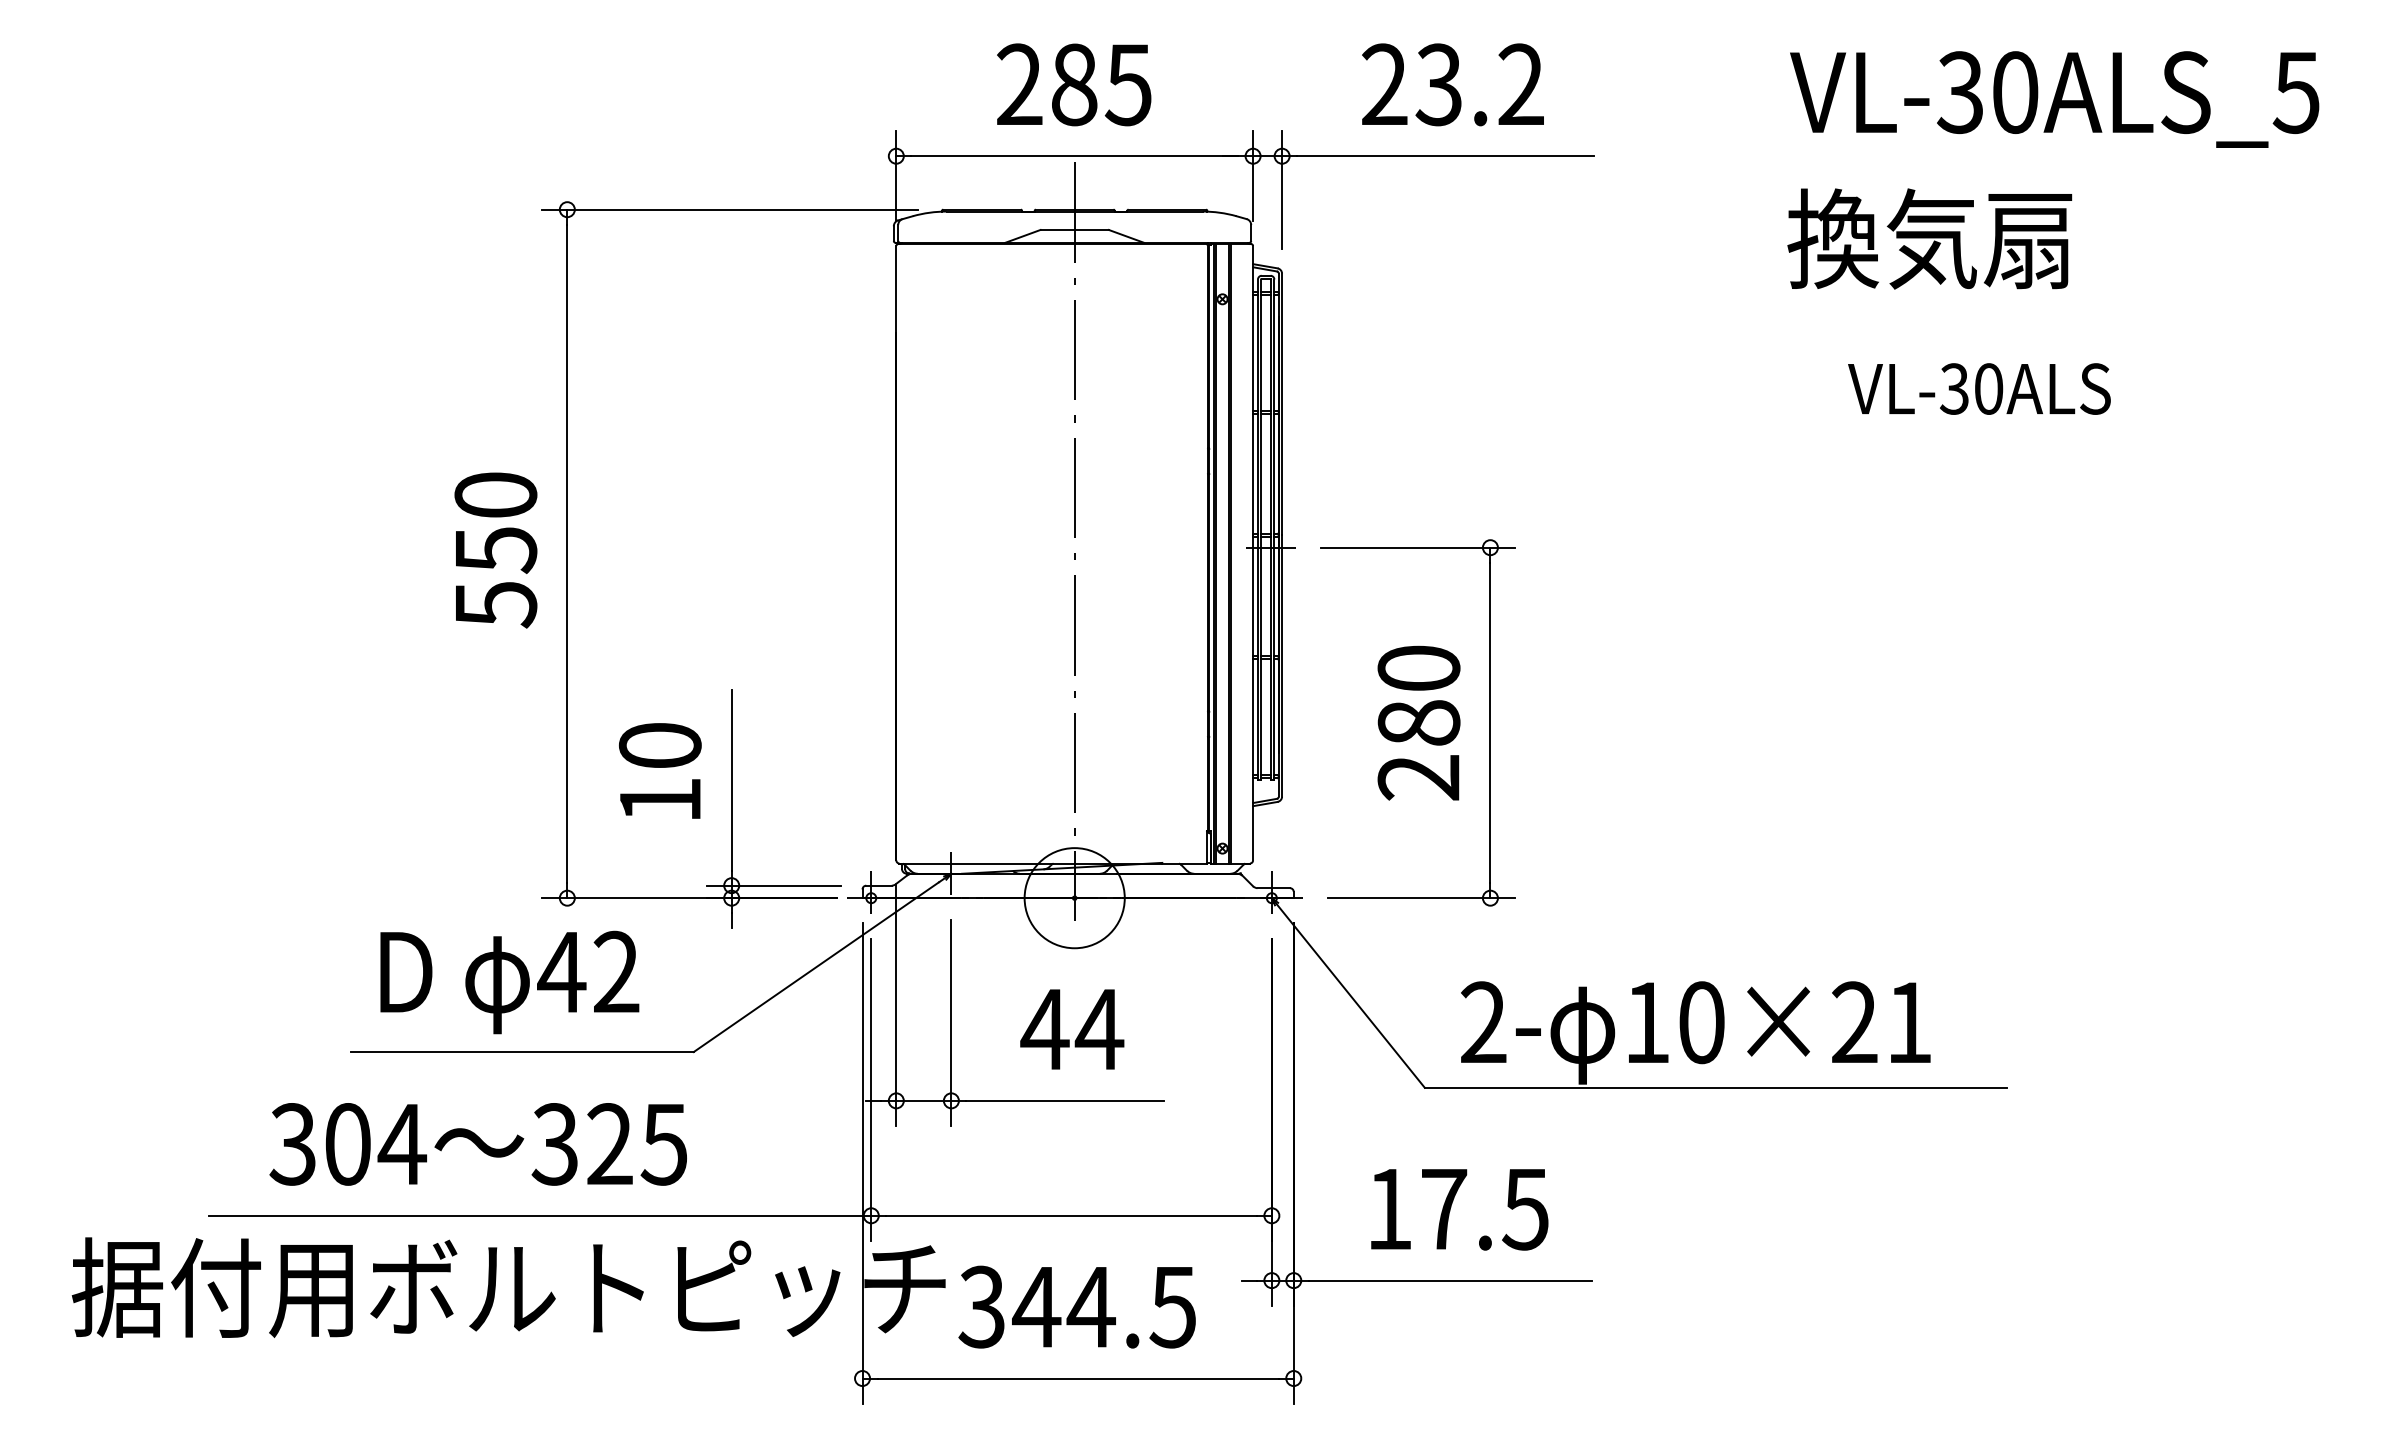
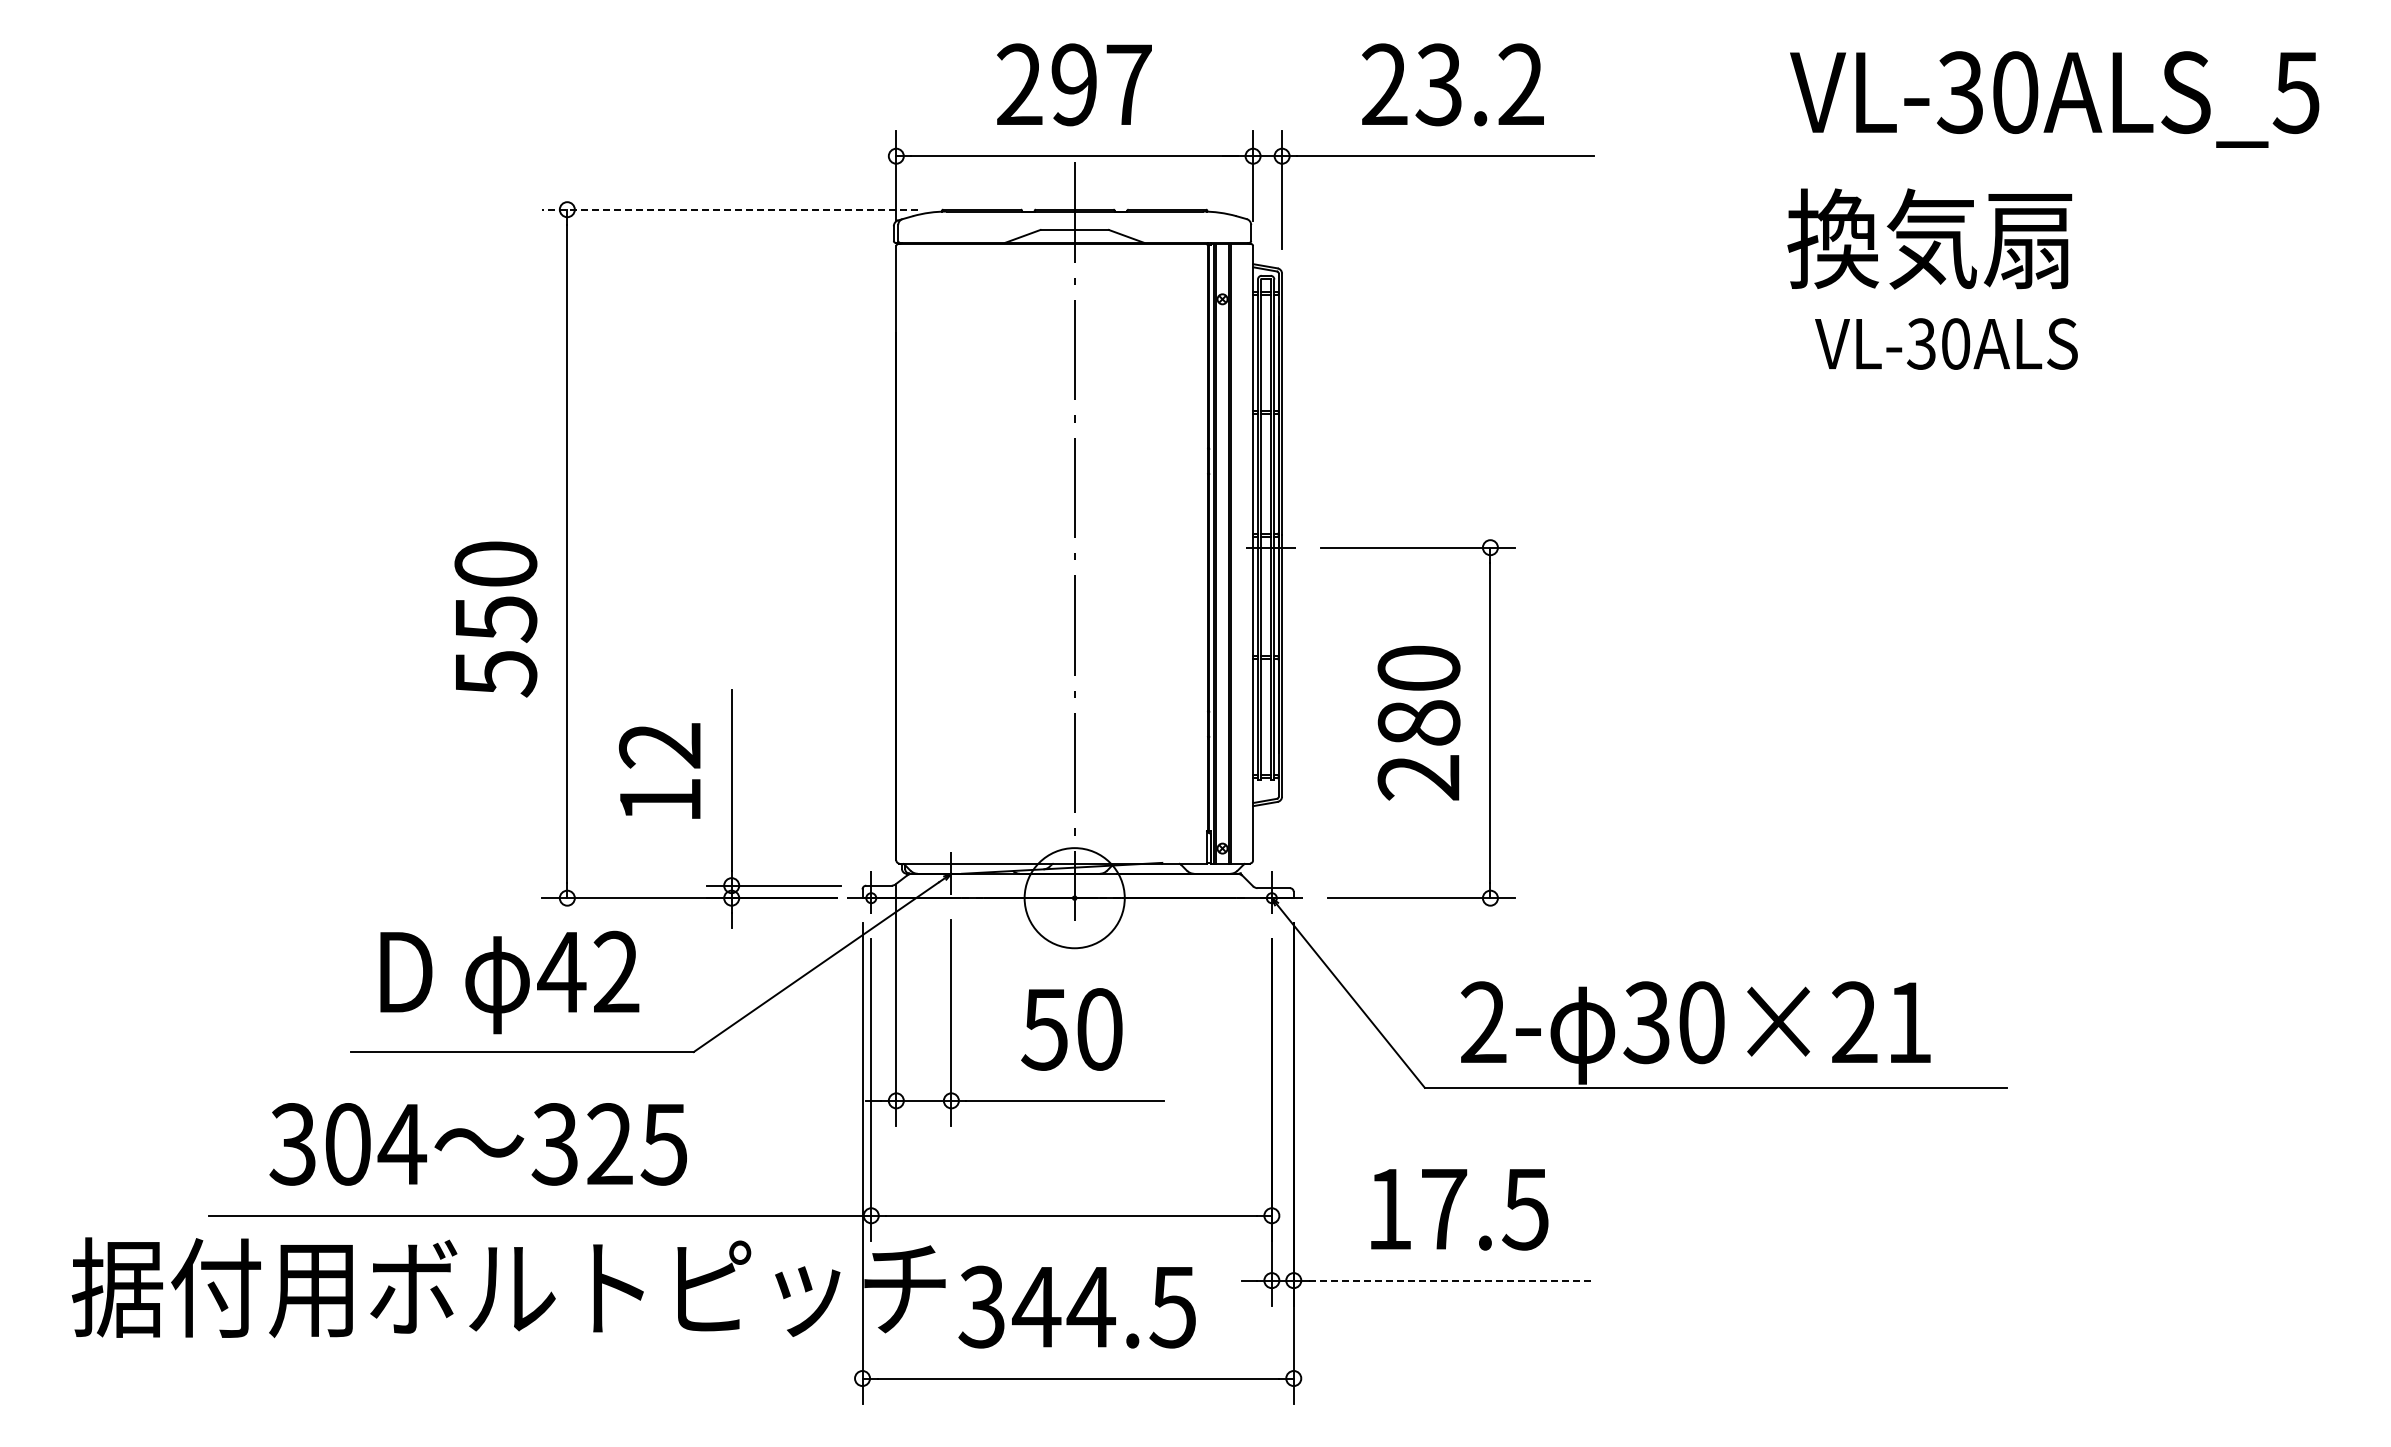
text at (1101, 84): 285 -> 297
line at (730, 209): solid -> dashed
text at (1979, 388) position: (1979, 388) -> (1946, 343)
text at (495, 550) position: (495, 550) -> (495, 619)
text at (659, 745): 10 -> 12
text at (1646, 1022): 10×21 -> 30×21
text at (1072, 1029): 44 -> 50
line at (1450, 1280): solid -> dashed
